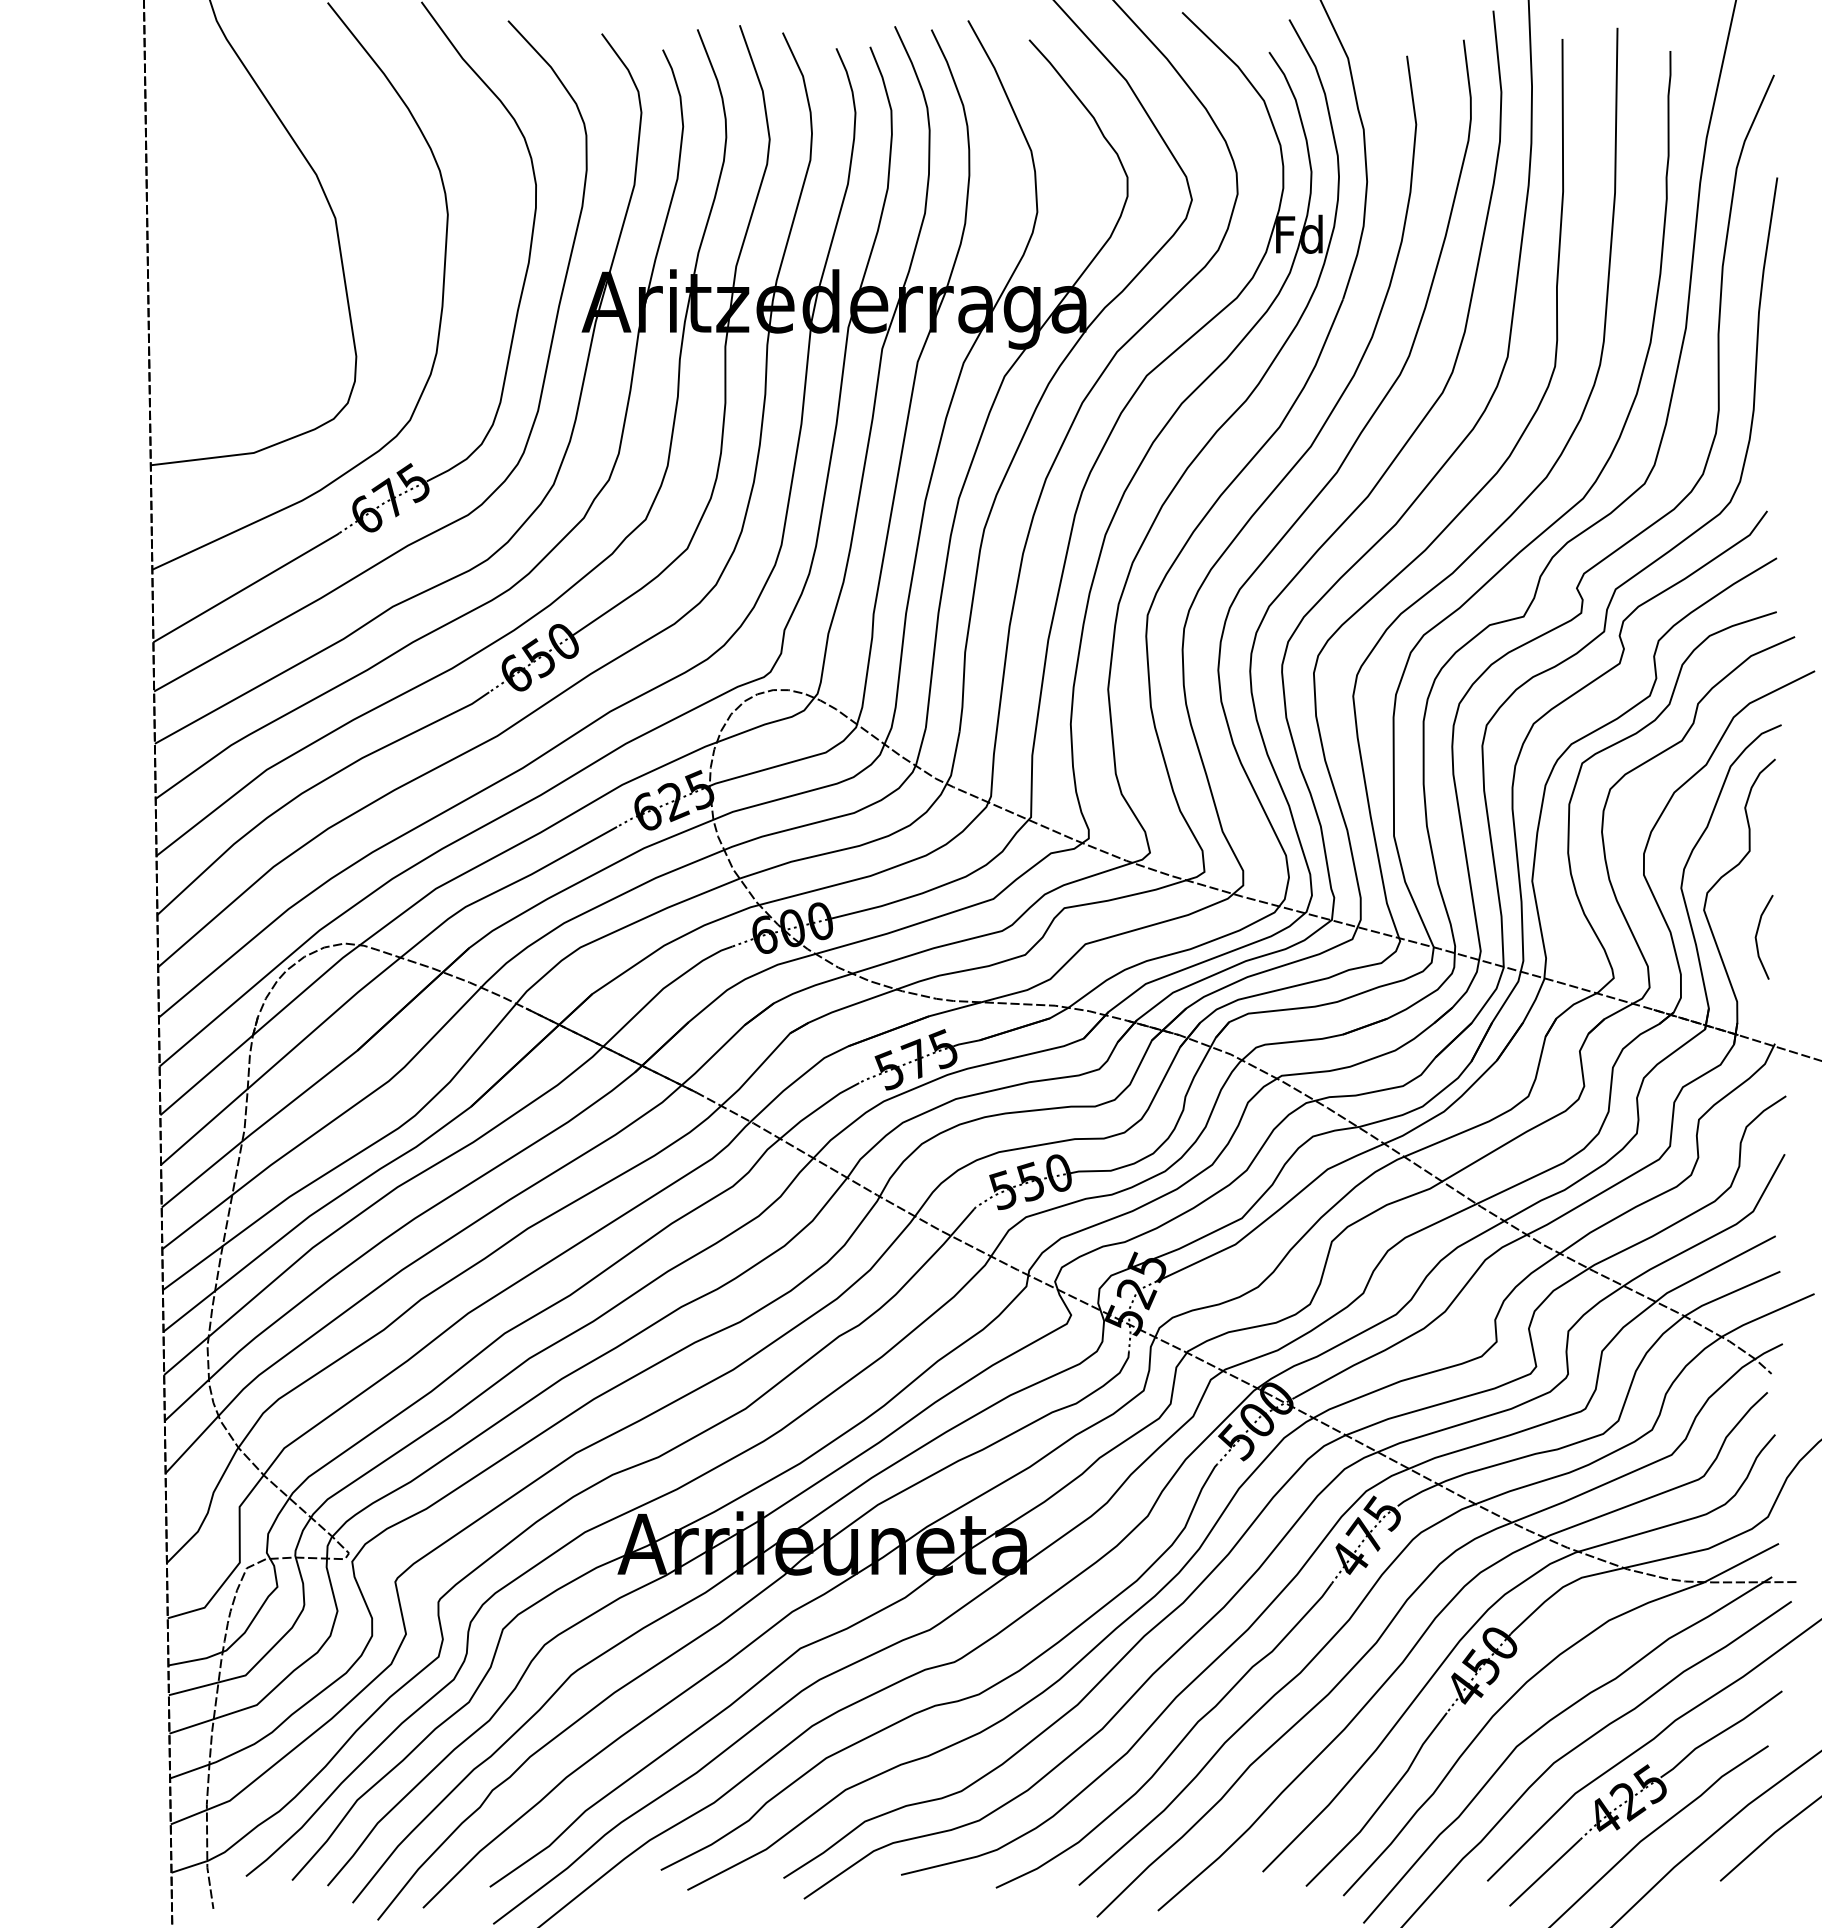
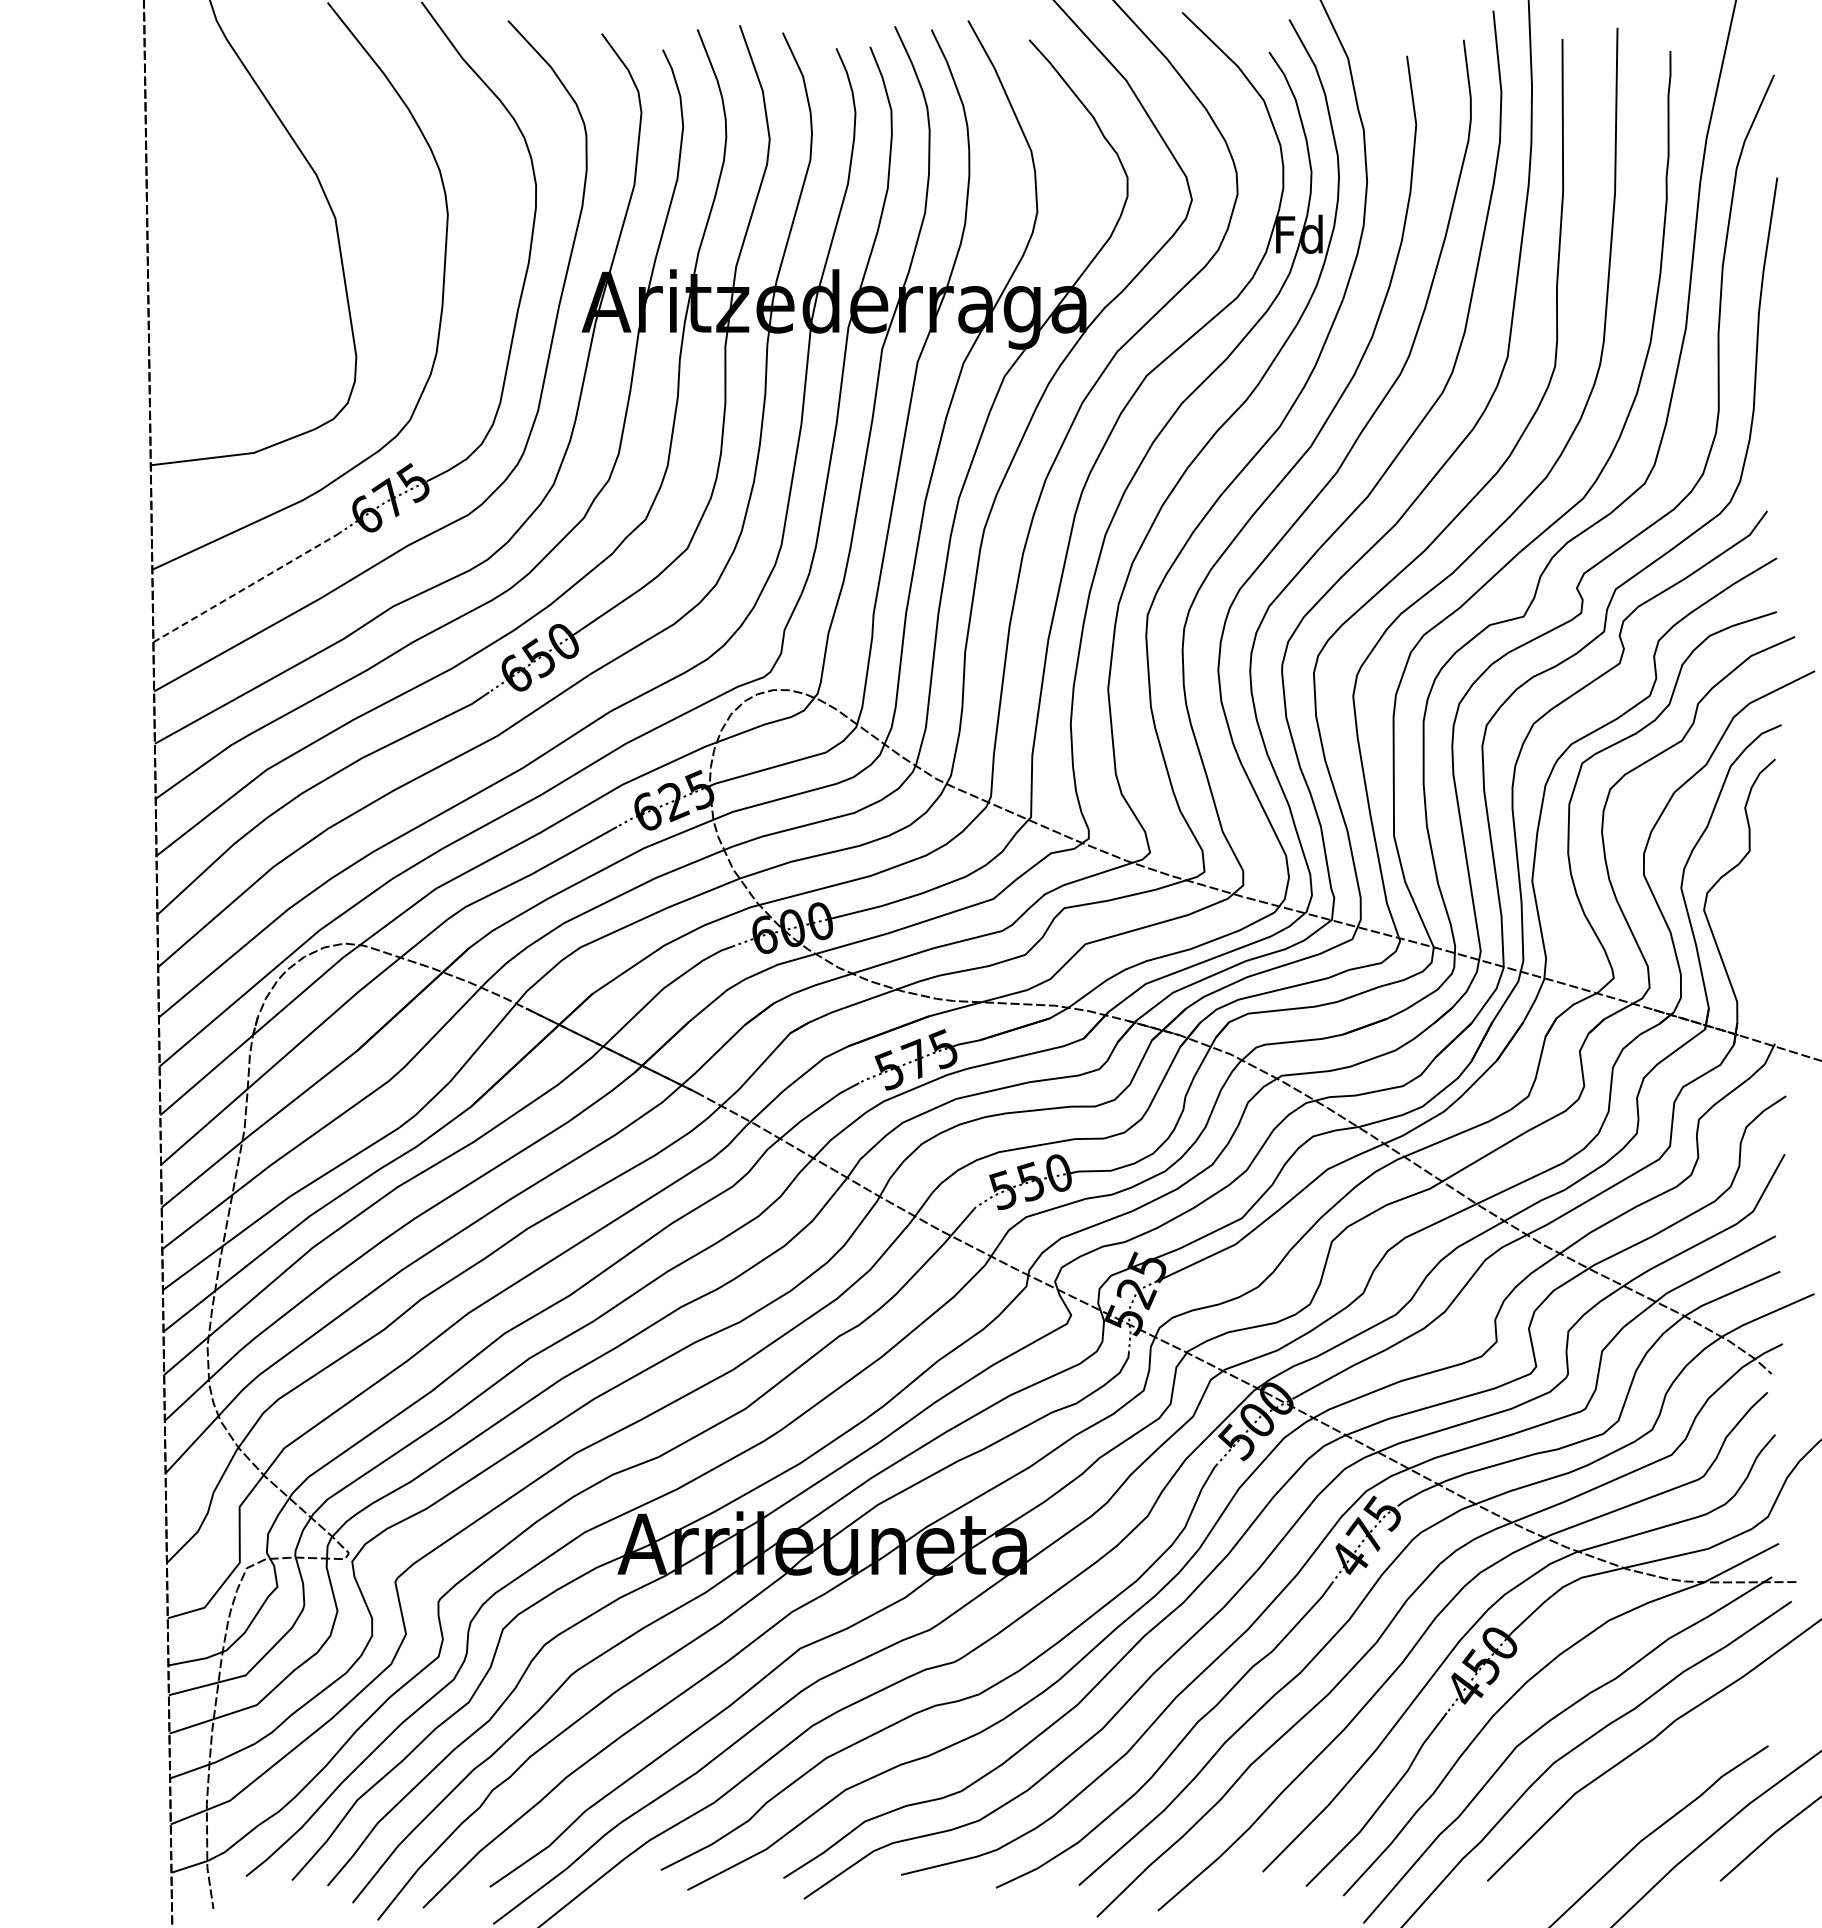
line at (247, 587): solid -> dashed
line at (1757, 935): present -> none
part at (1645, 1798): present -> none
